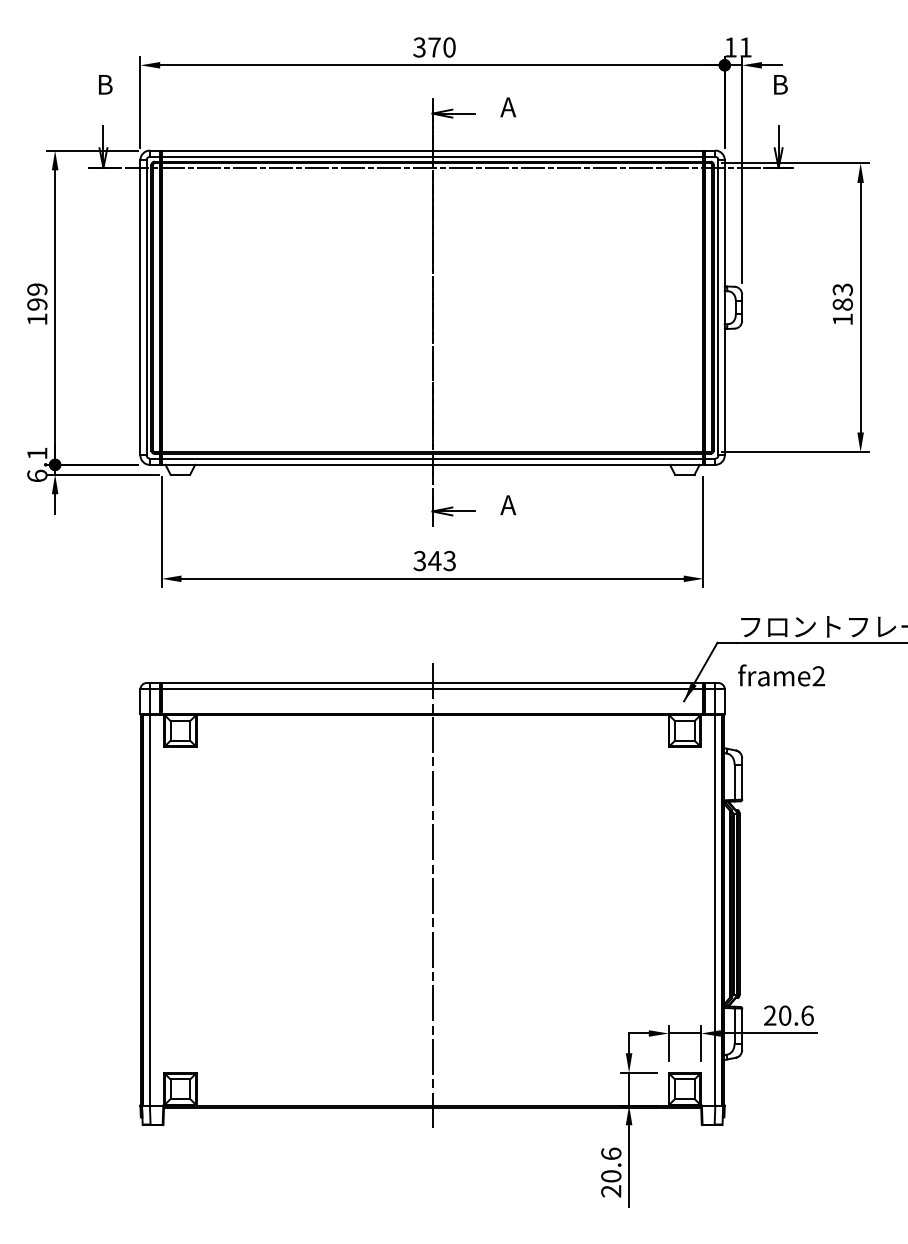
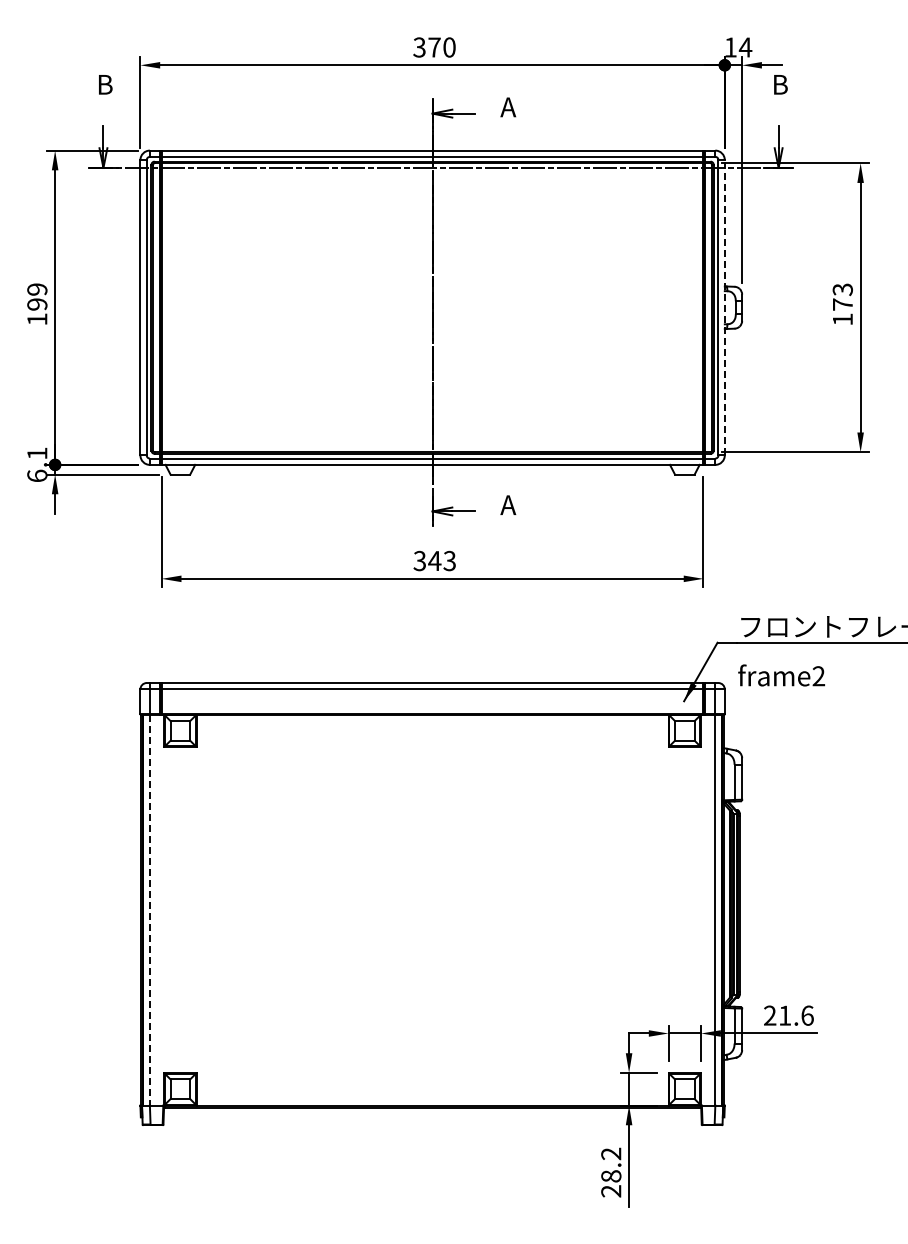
text at (745, 47): 11 -> 14
text at (842, 304): 183 -> 173
line at (724, 307): solid -> dashed
line at (432, 895): present -> none
line at (150, 910): solid -> dashed
text at (785, 1015): 20.6 -> 21.6
text at (611, 1164): 20.6 -> 28.2
